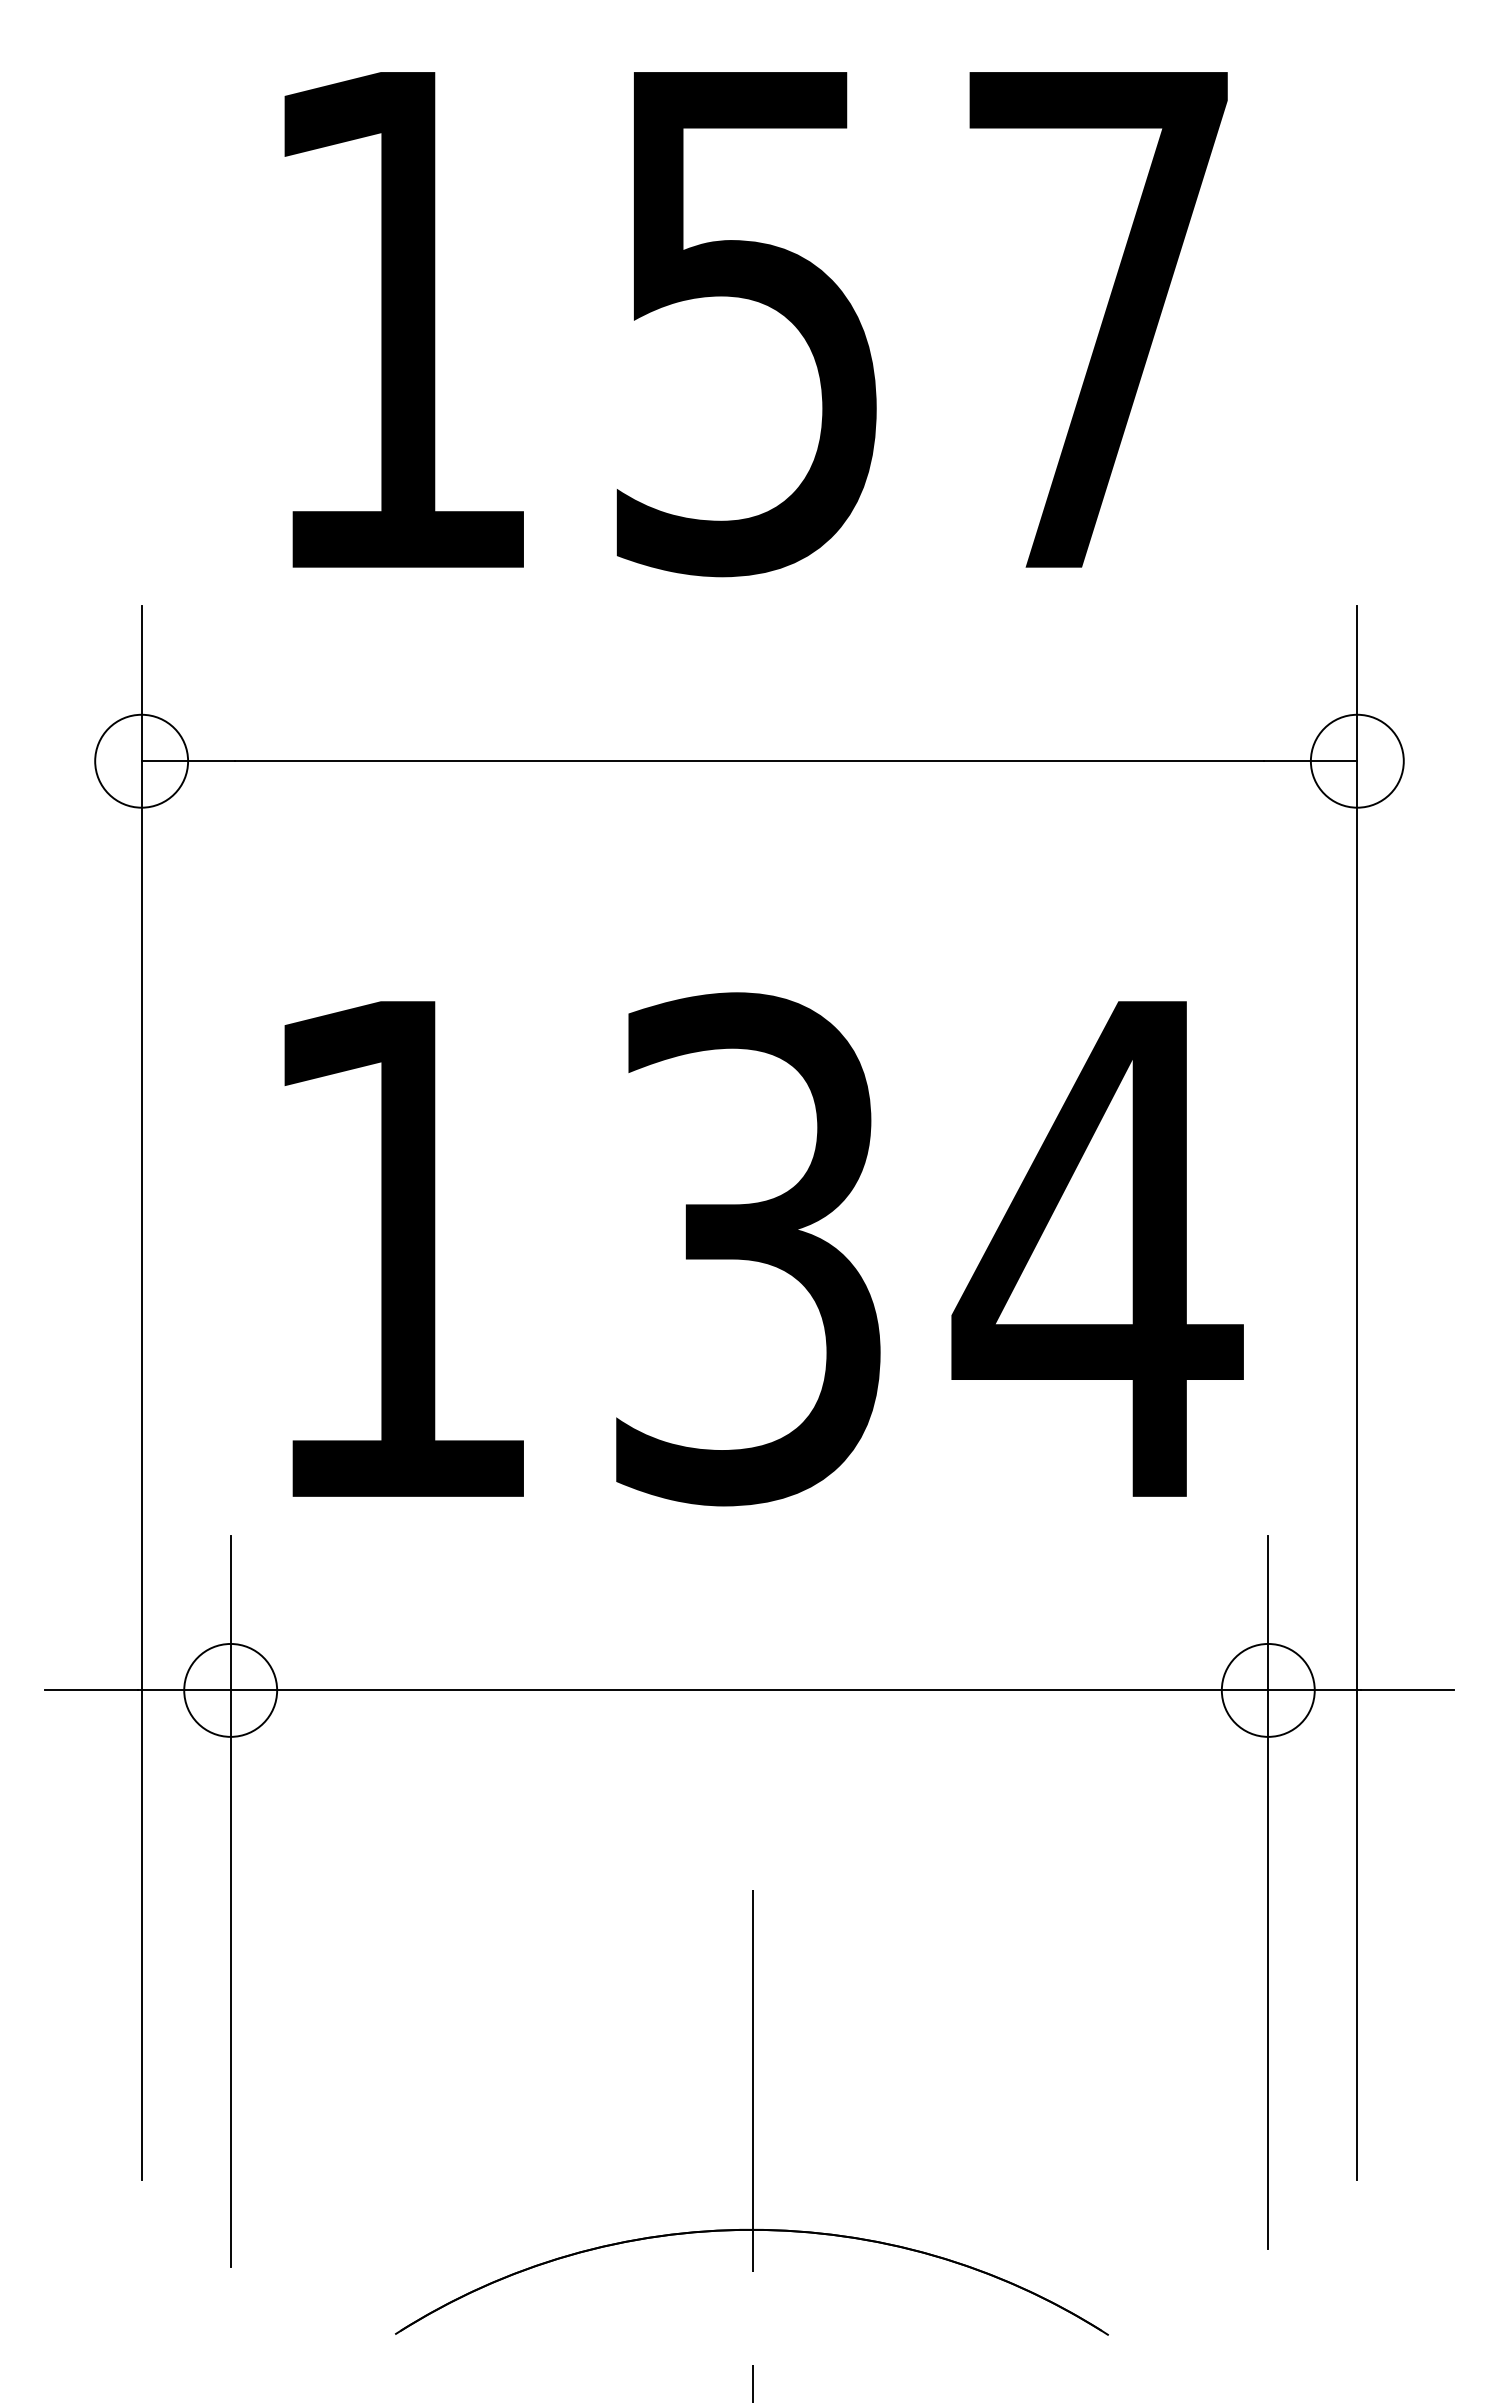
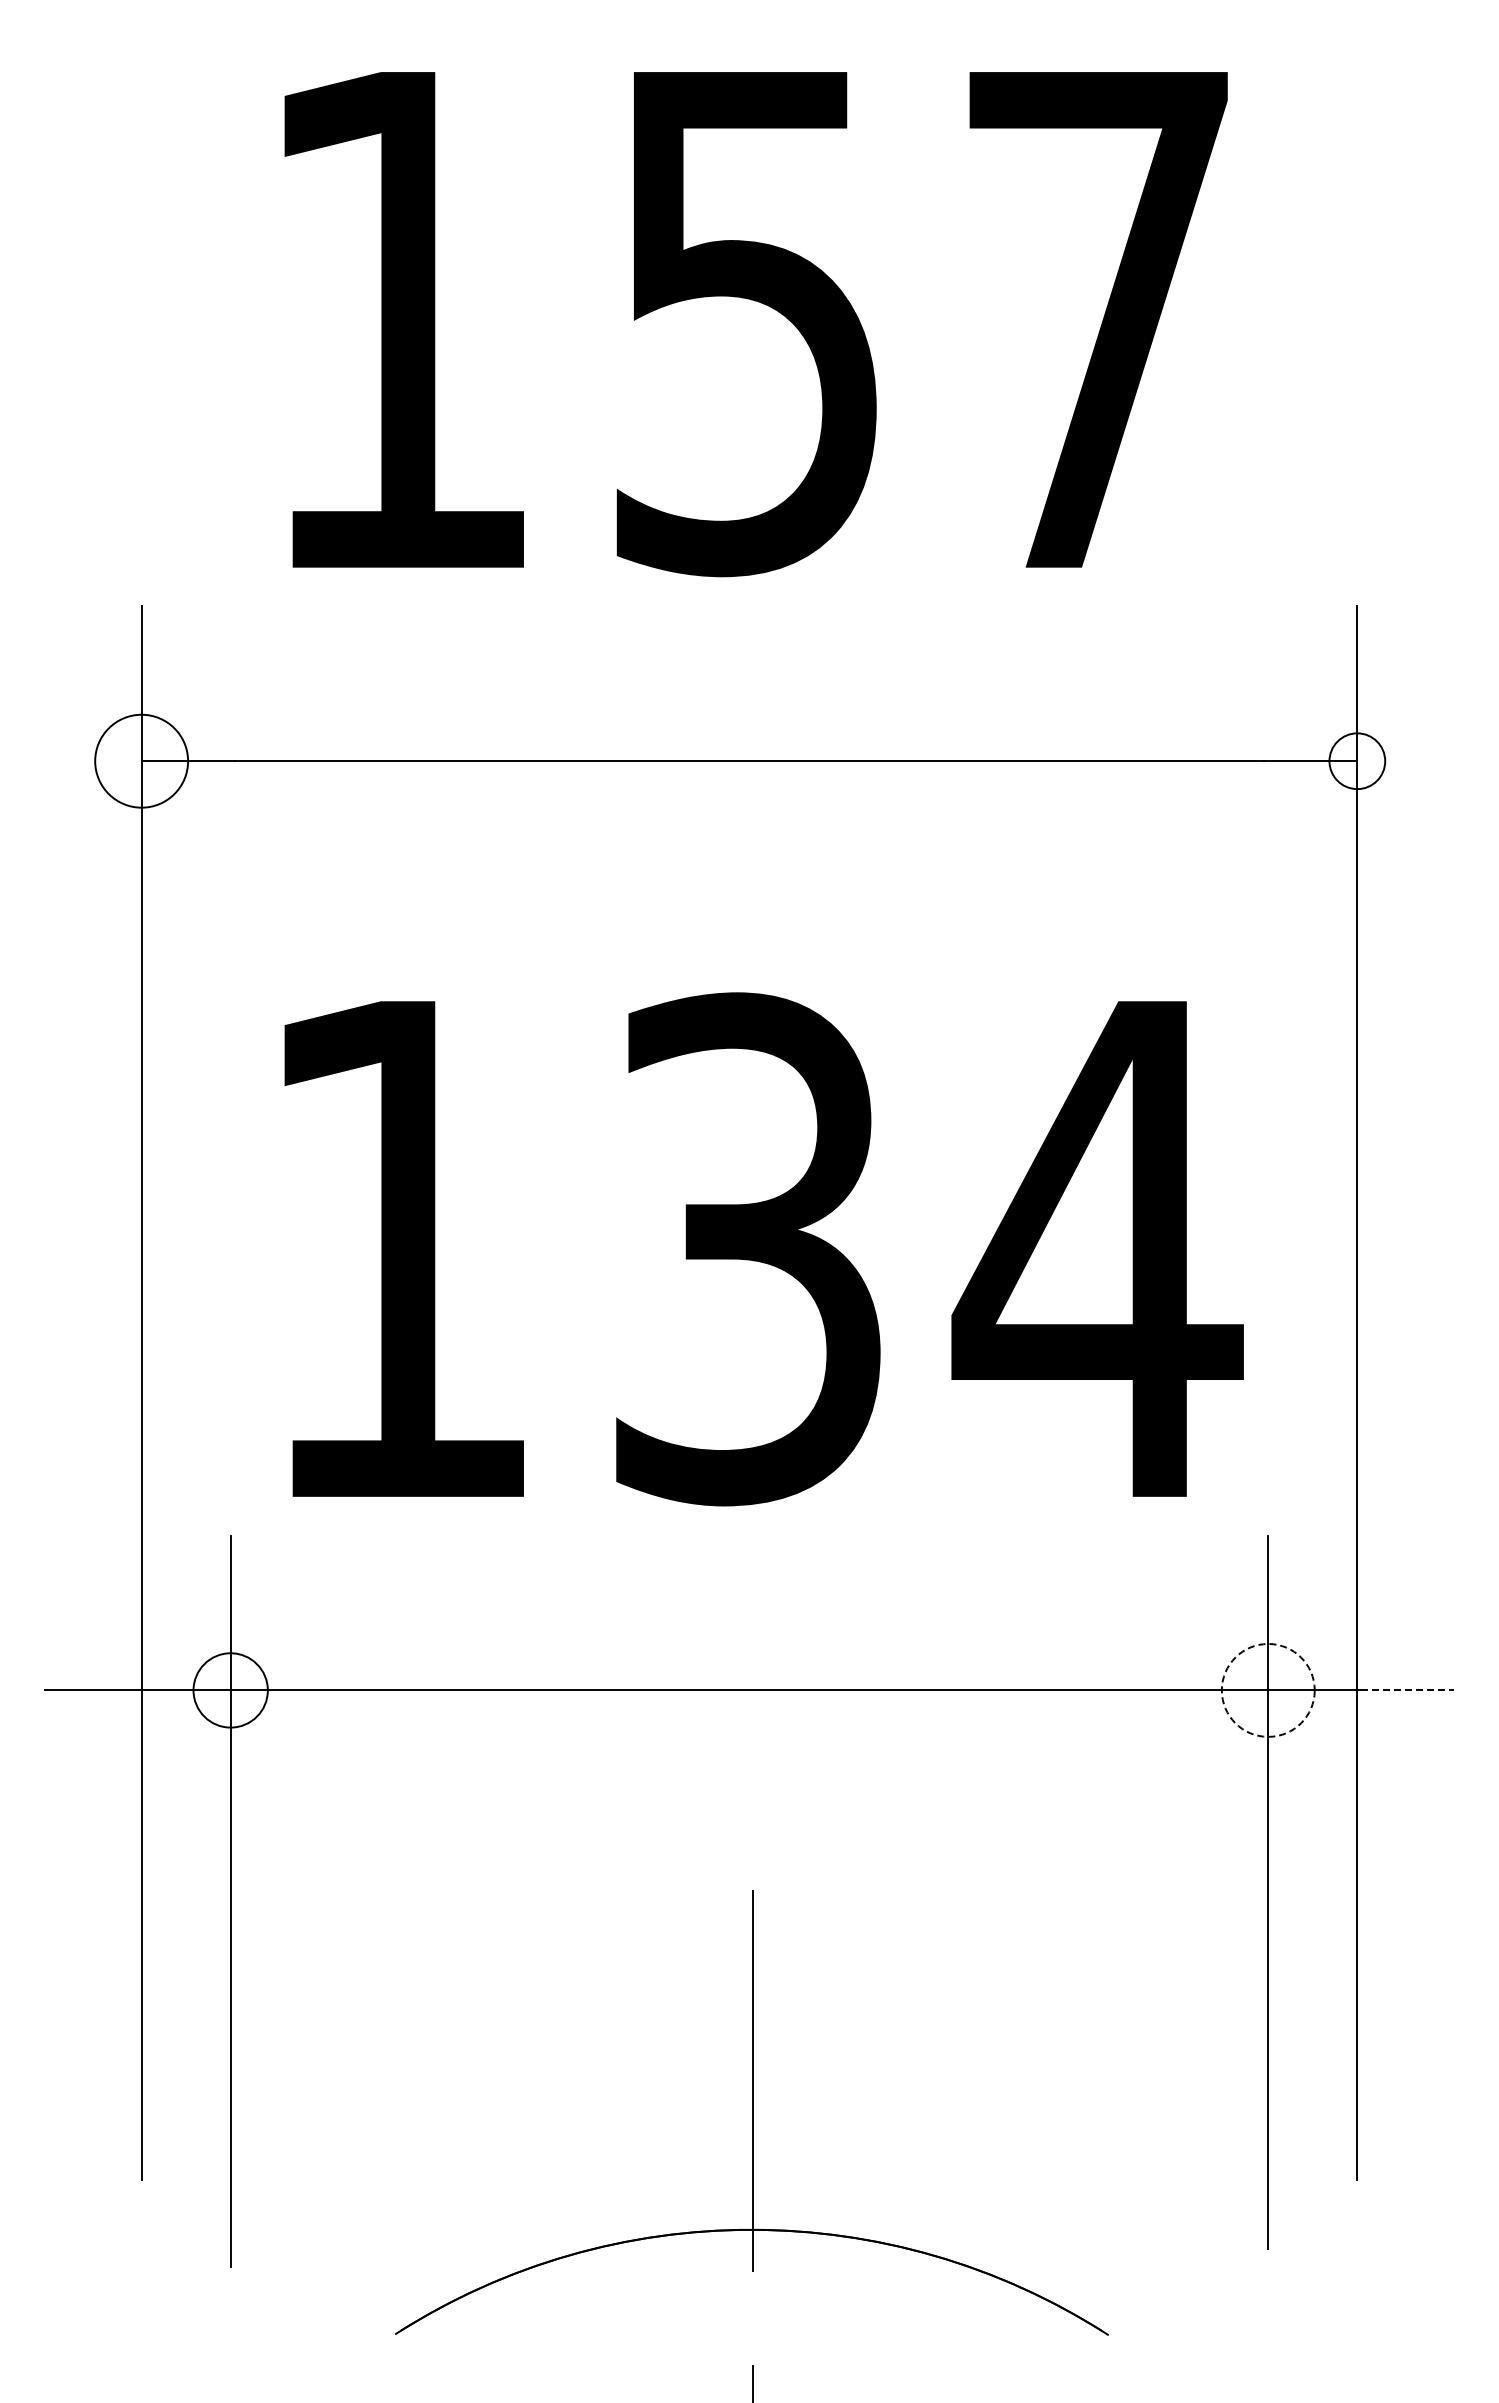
circle at (1356, 760) diameter: 93 px -> 56 px
circle at (230, 1689) diameter: 93 px -> 74 px
circle at (1267, 1689): solid -> dashed
line at (1408, 1690): solid -> dashed
